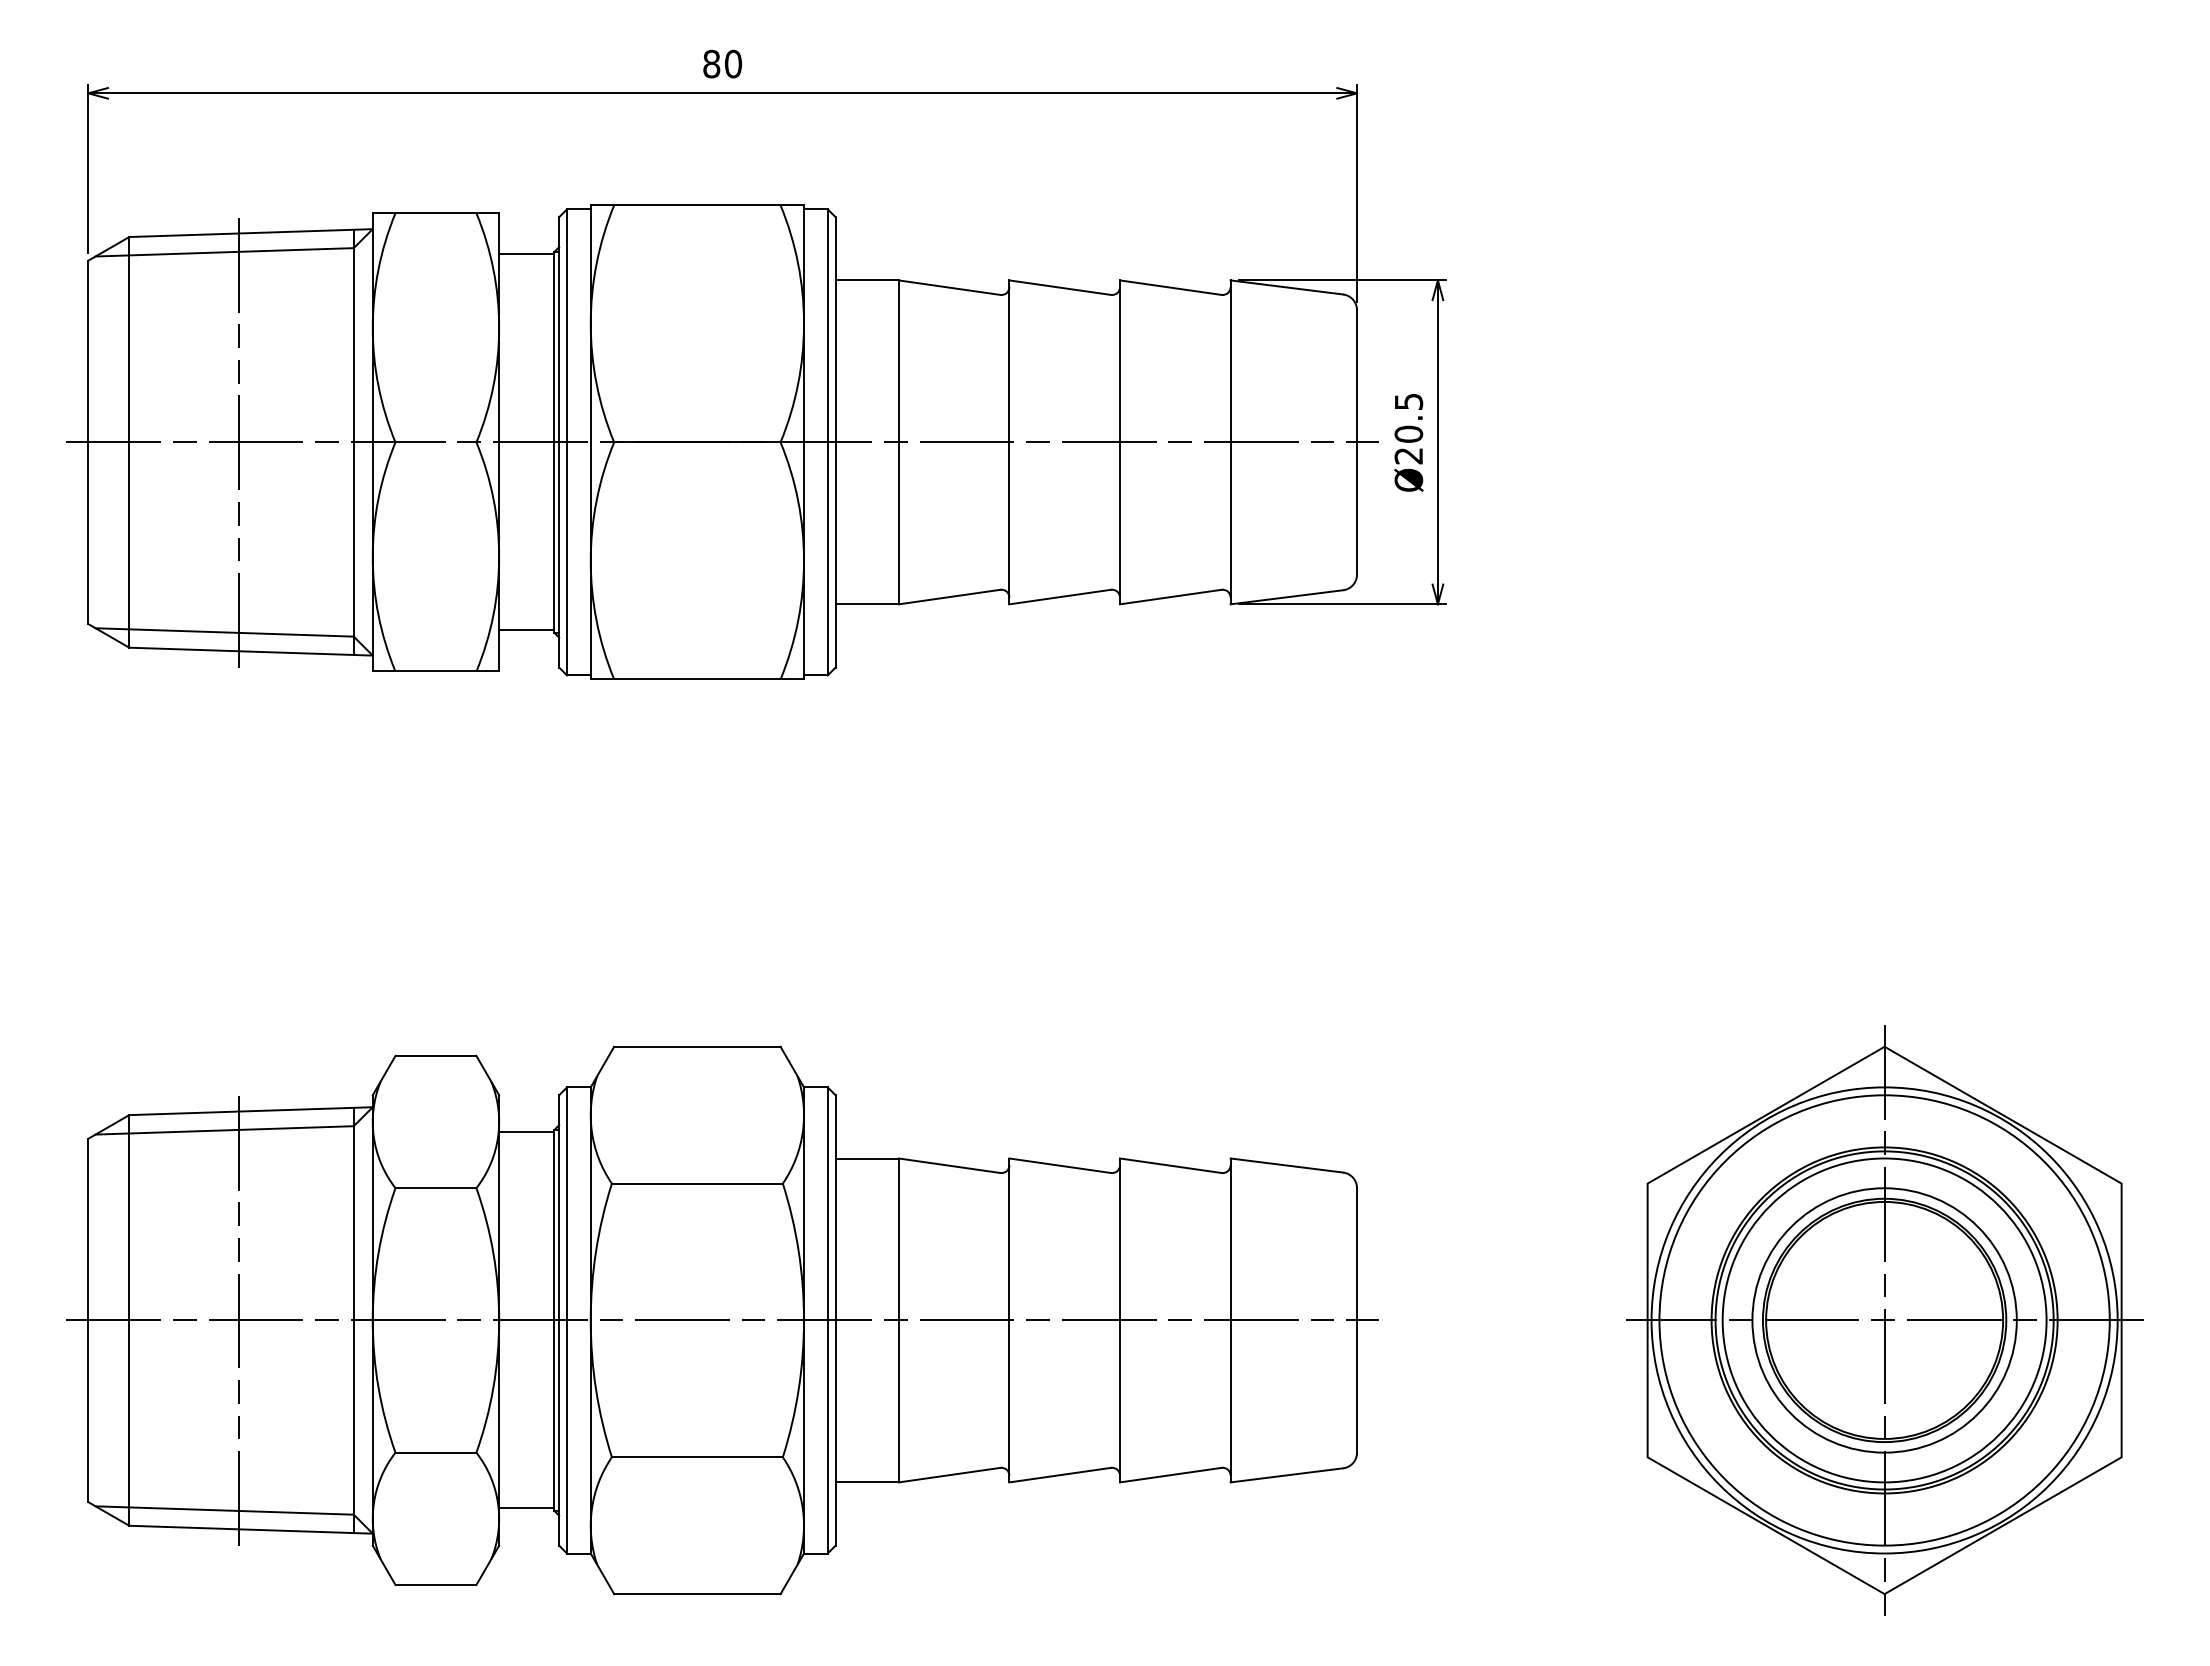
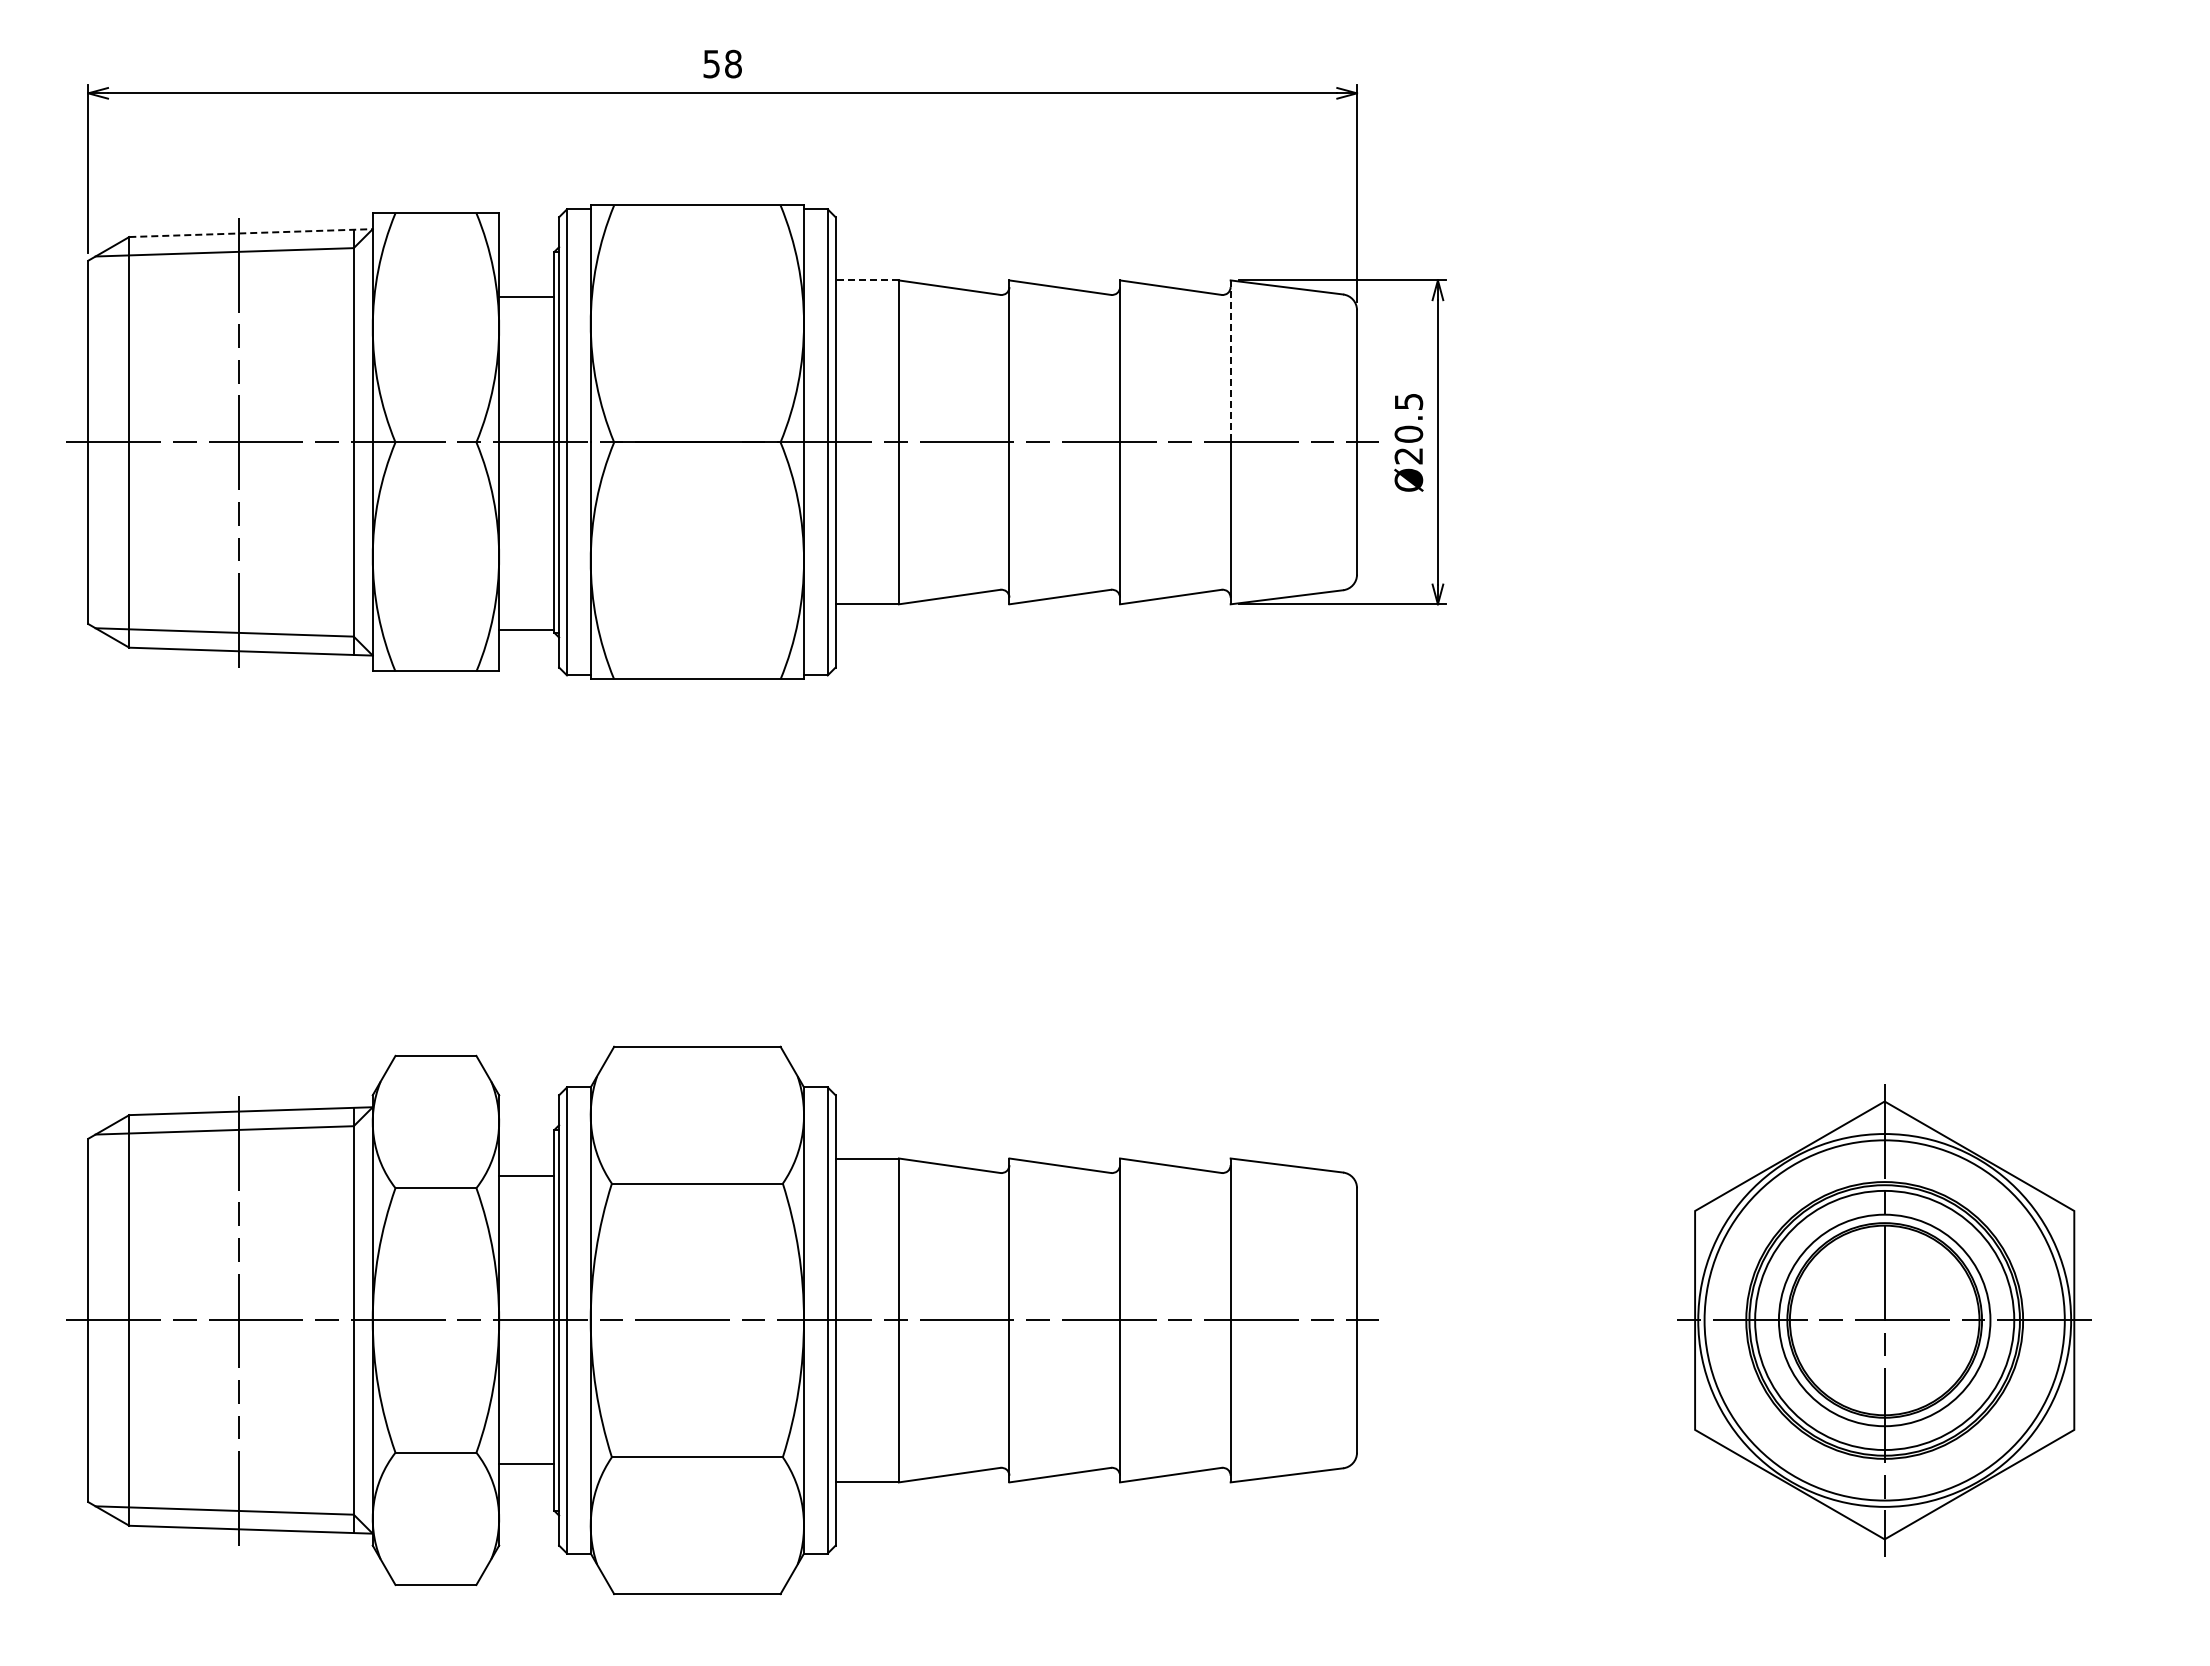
text at (722, 63): 80 -> 58
line at (251, 233): solid -> dashed
line at (526, 254) position: (526, 254) -> (526, 297)
line at (867, 280): solid -> dashed
line at (1230, 361): solid -> dashed
line at (526, 1132) position: (526, 1132) -> (526, 1176)
part at (1884, 1320) size: 518x591 px -> 415x473 px
line at (526, 1508) position: (526, 1508) -> (526, 1464)
